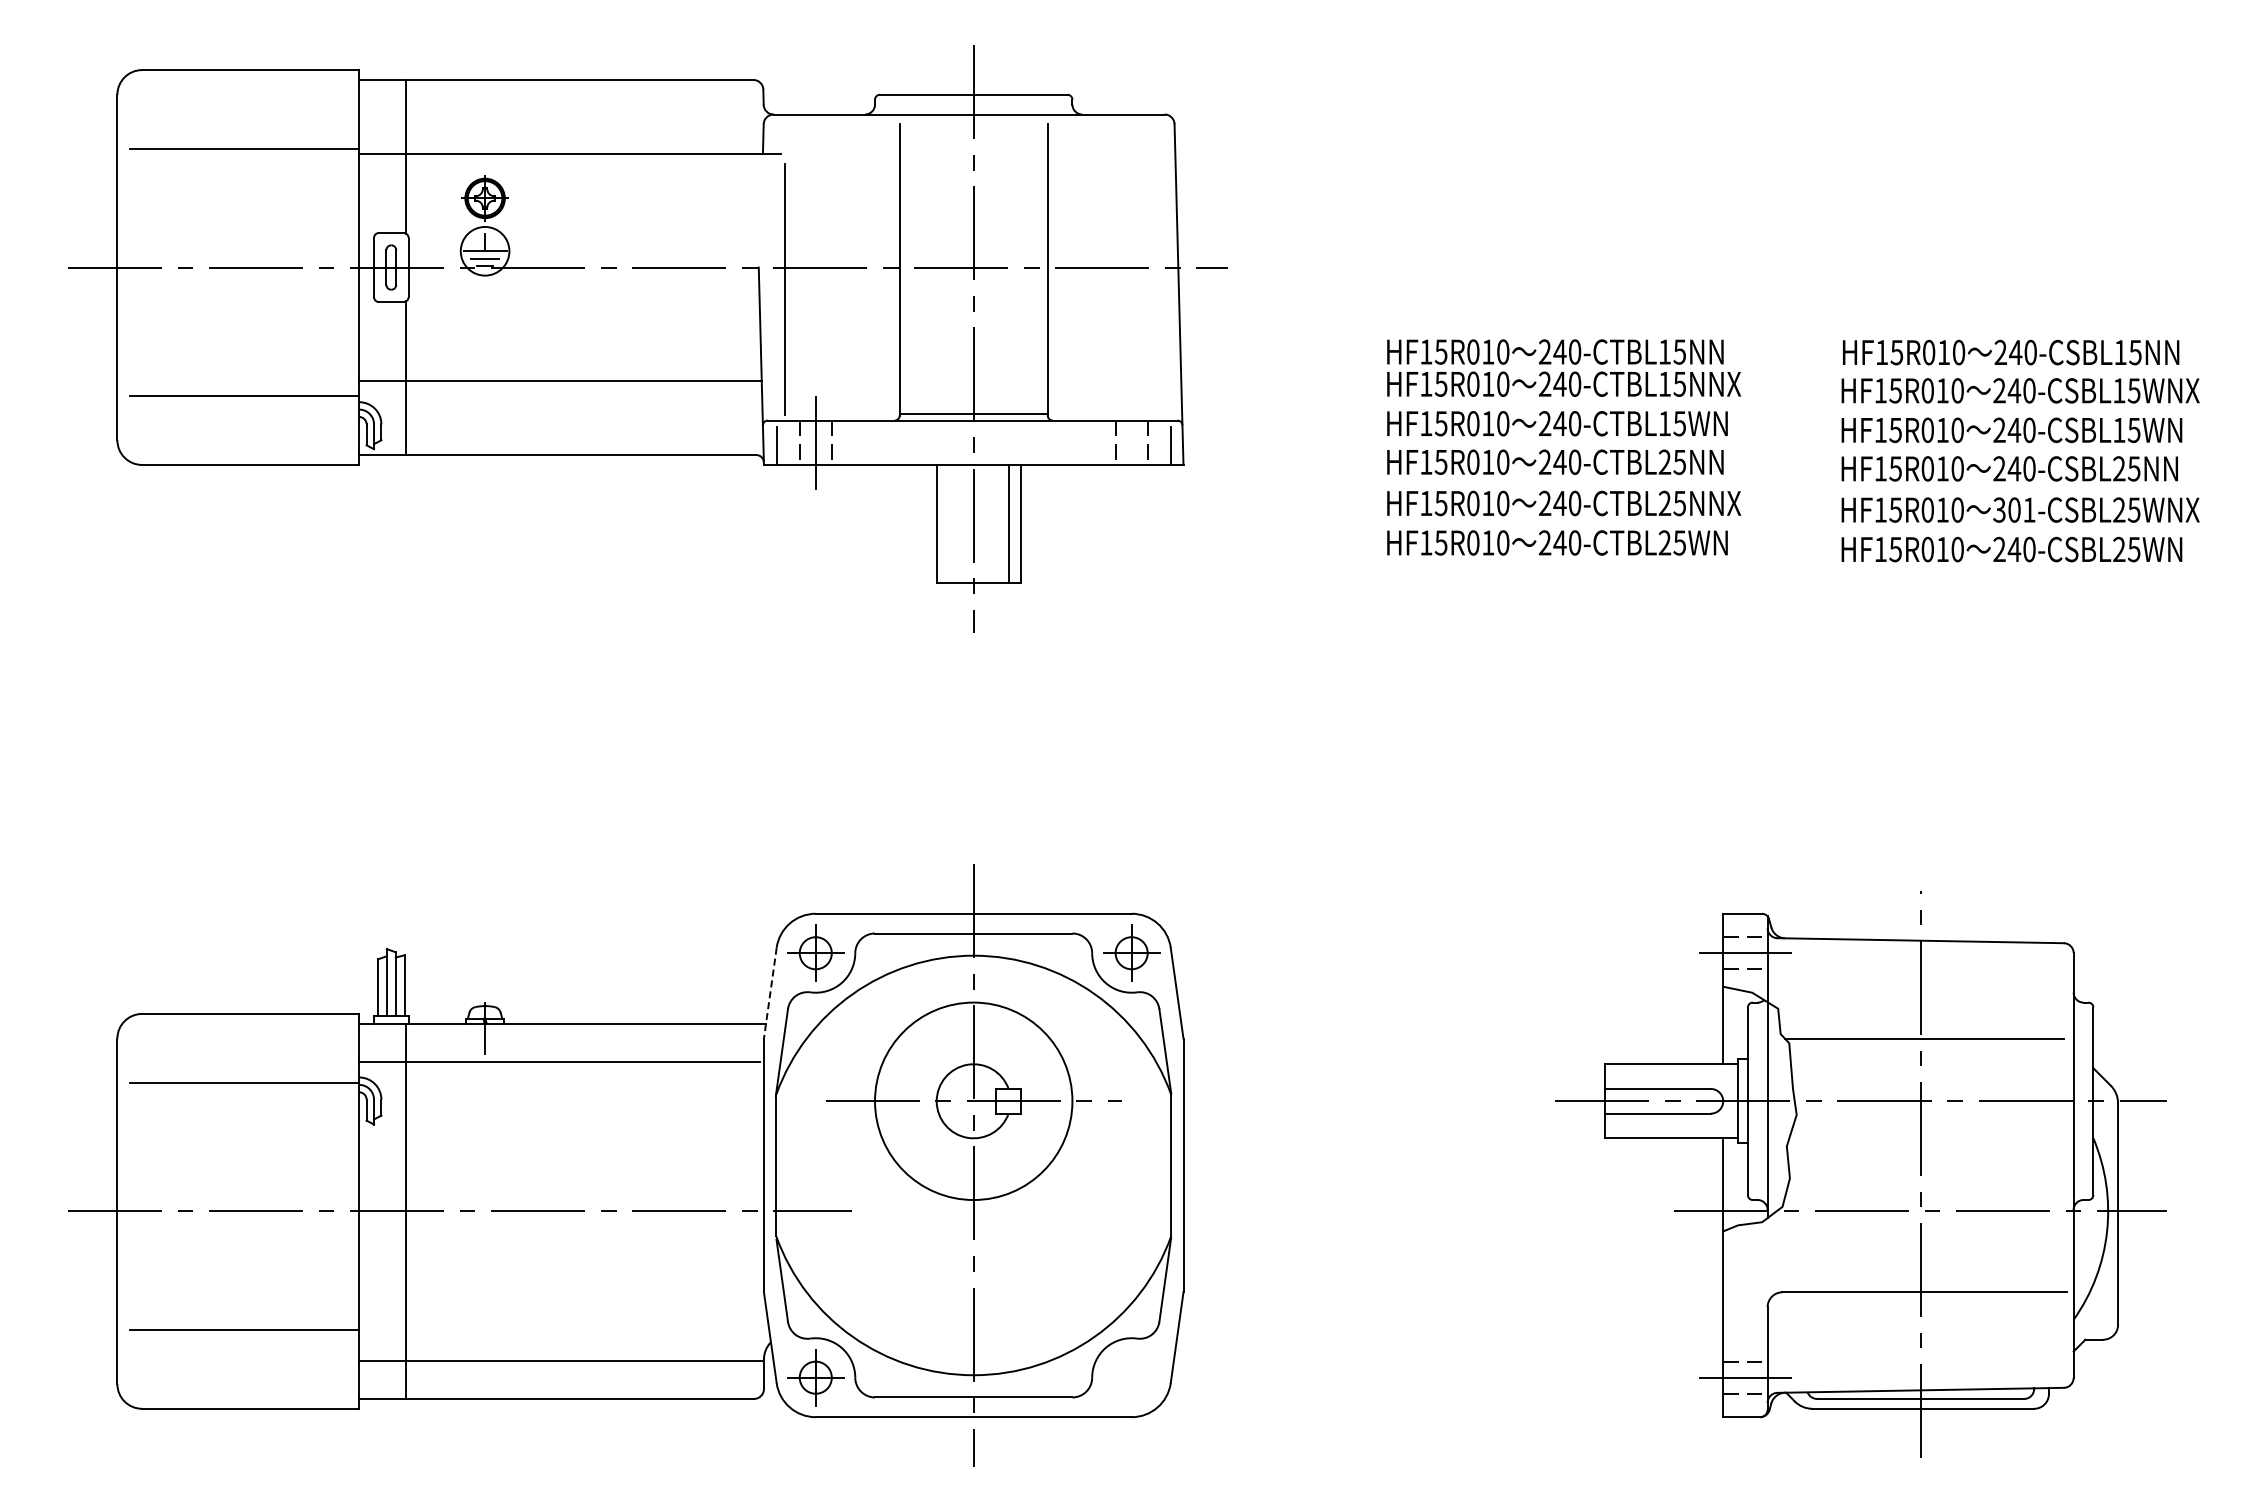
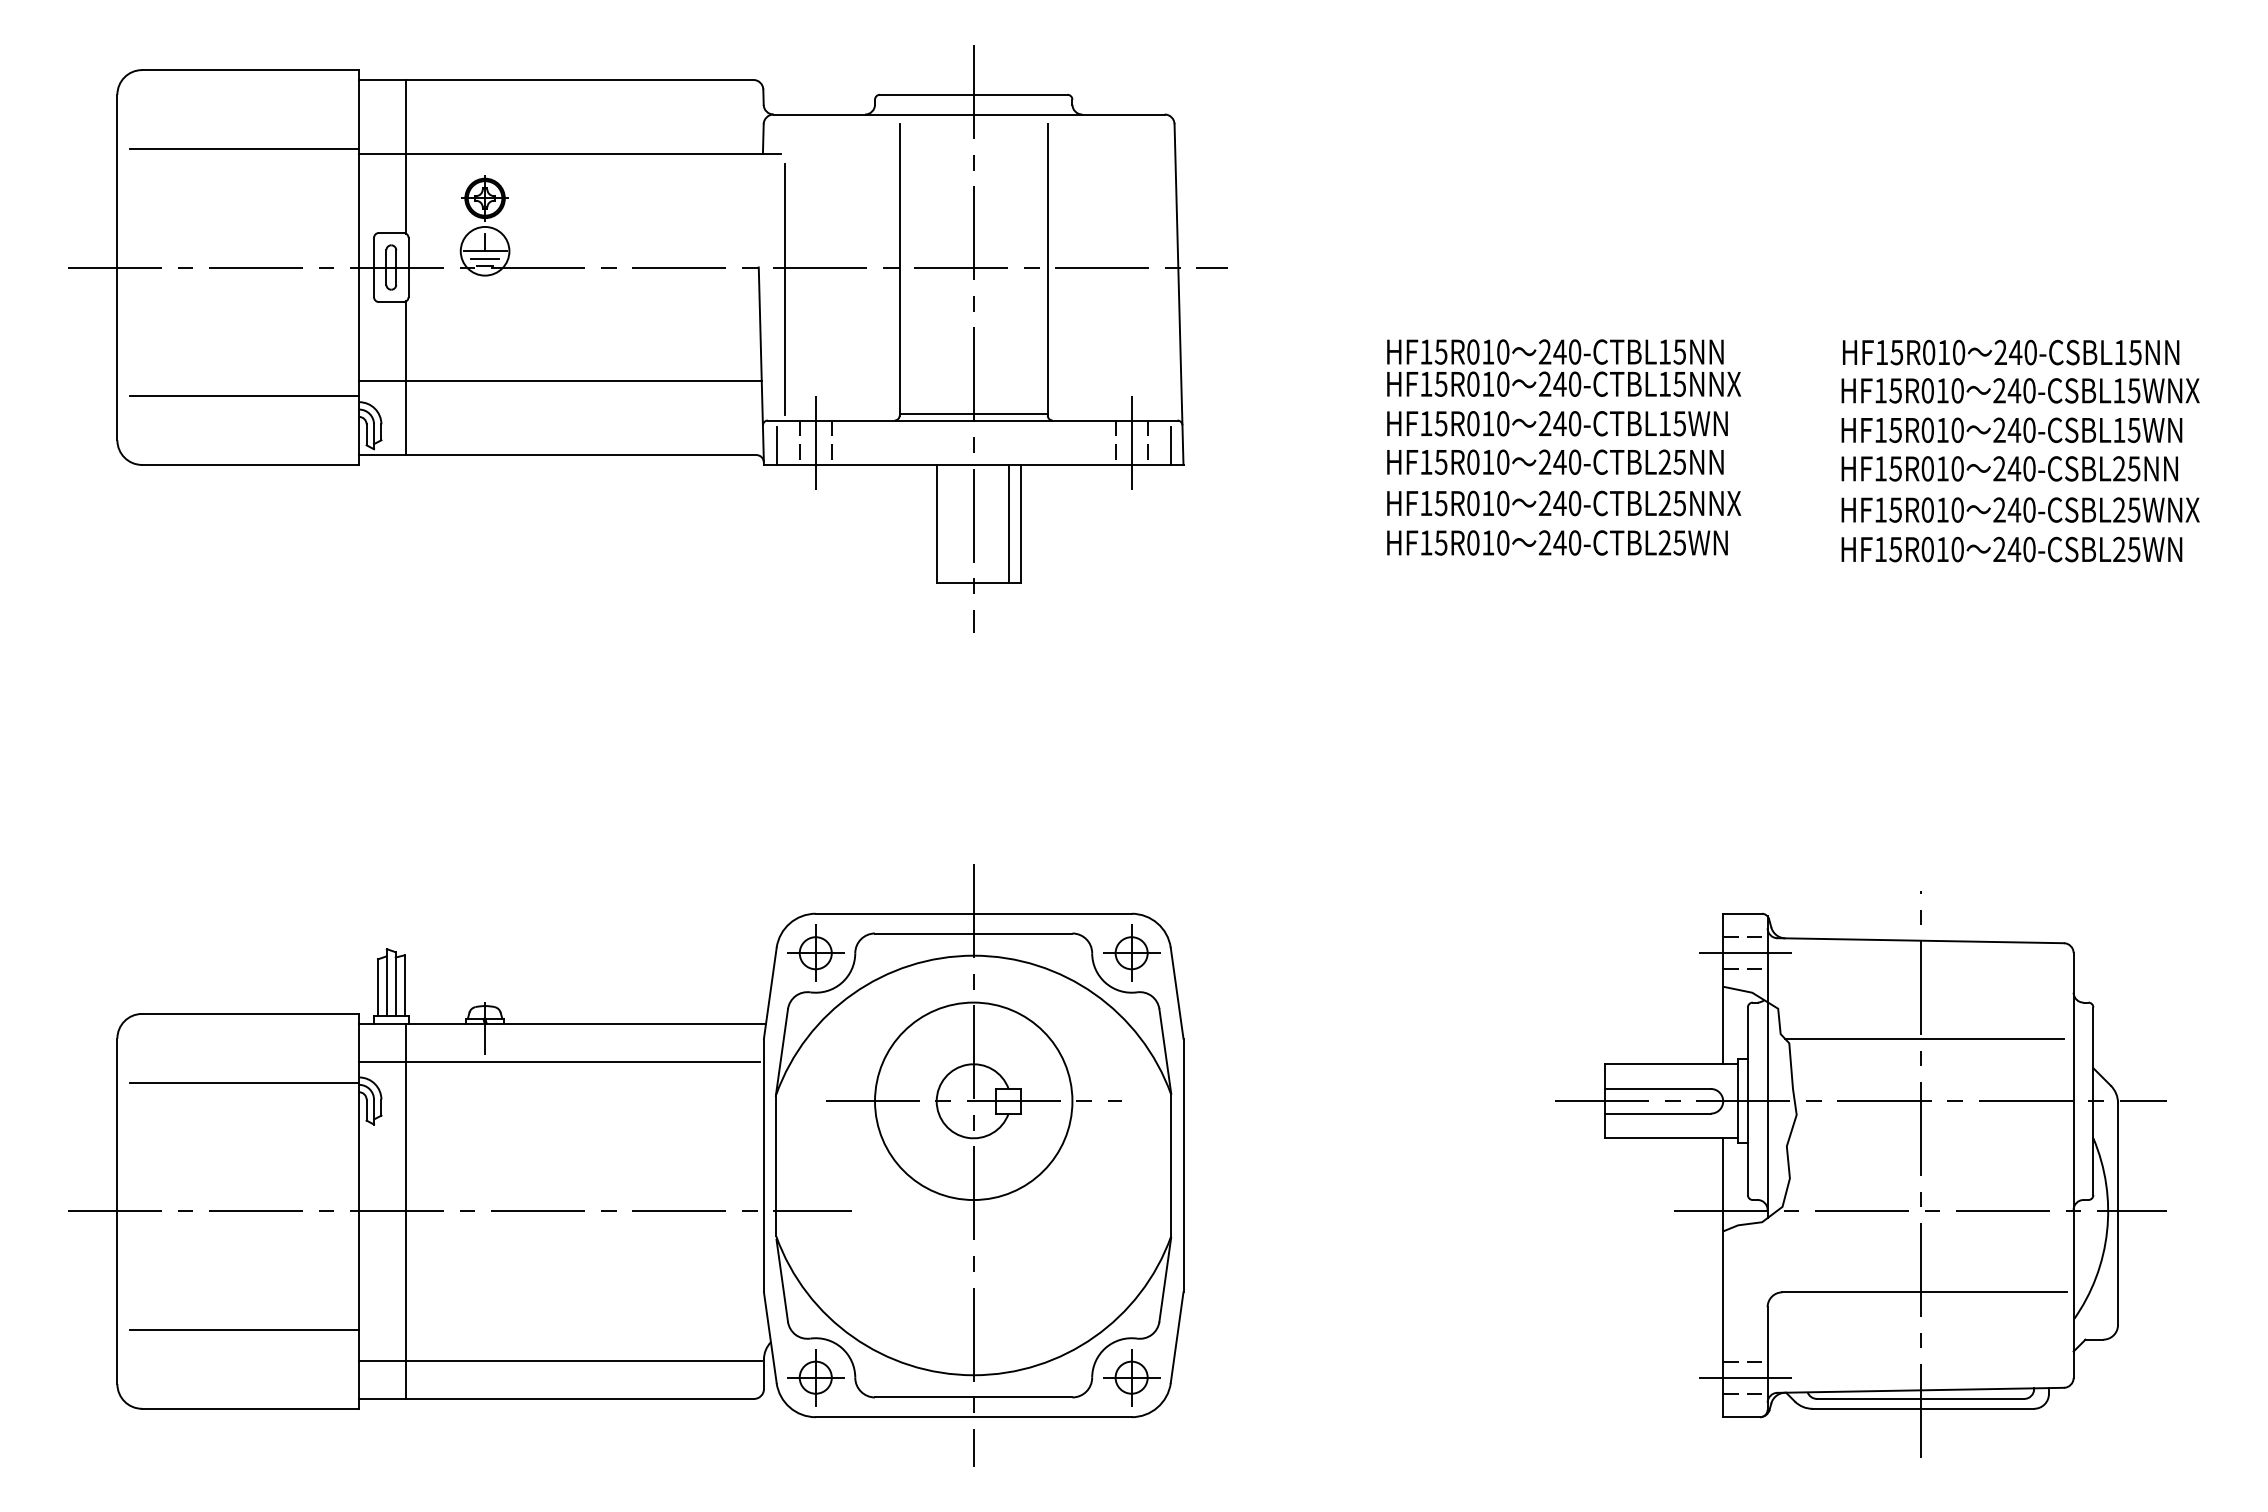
line at (1131, 442): none -> present
text at (2014, 509): 301-CSBL25WNX -> 240-CSBL25WNX
line at (770, 993): dashed -> solid
part at (1131, 1377): none -> present
